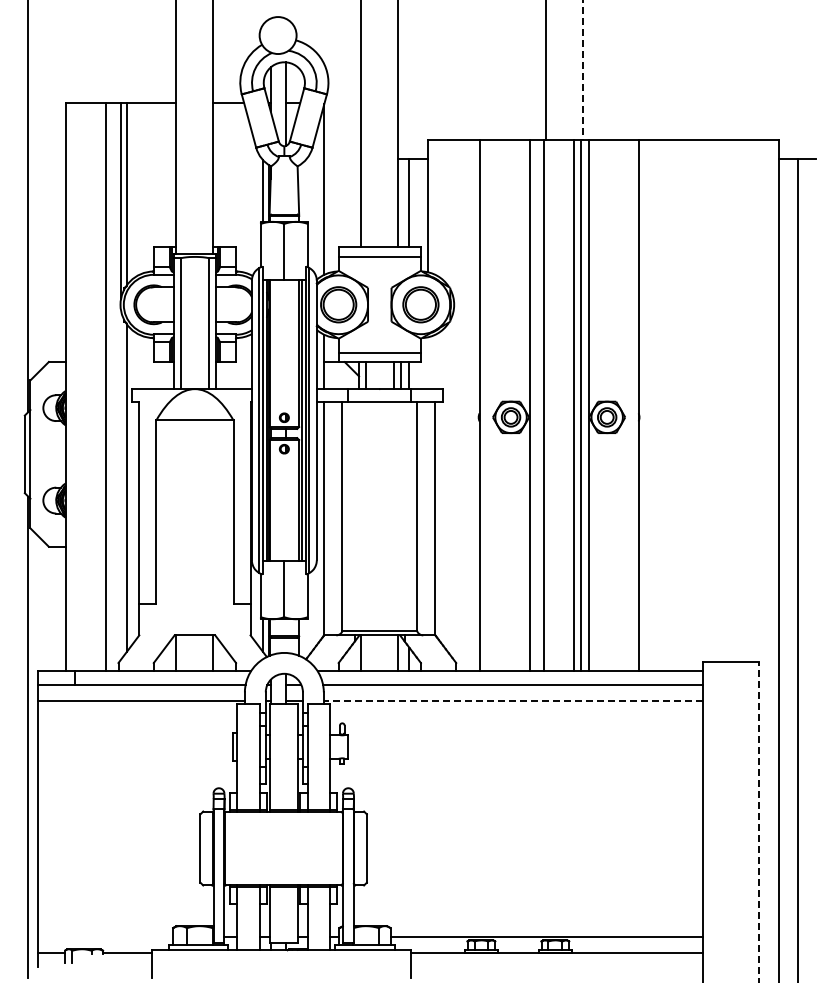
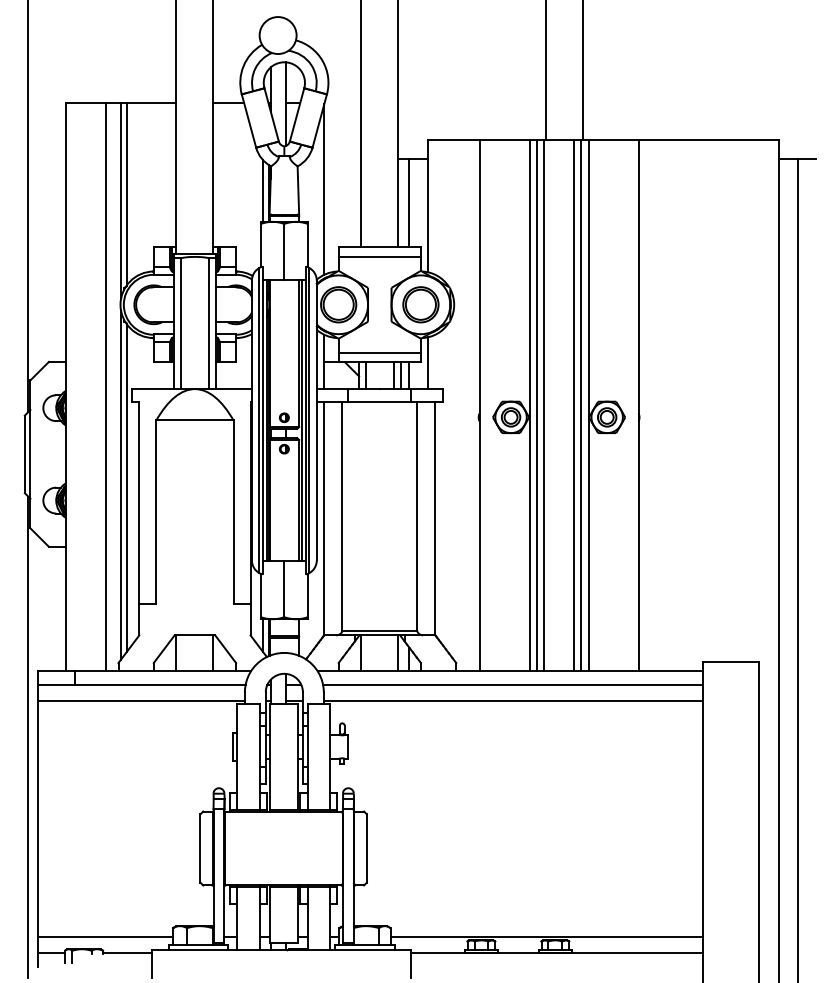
line at (583, 70): dashed -> solid
line at (427, 363): none -> present
line at (536, 405): none -> present
line at (120, 484): none -> present
line at (513, 701): dashed -> solid
line at (758, 821): dashed -> solid
line at (105, 936): none -> present
